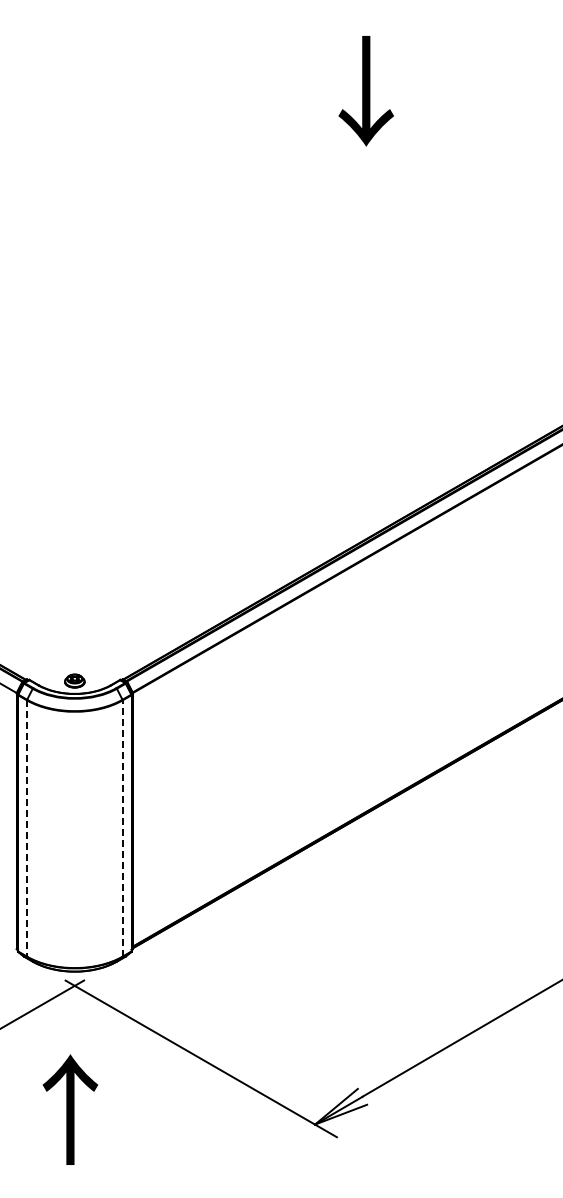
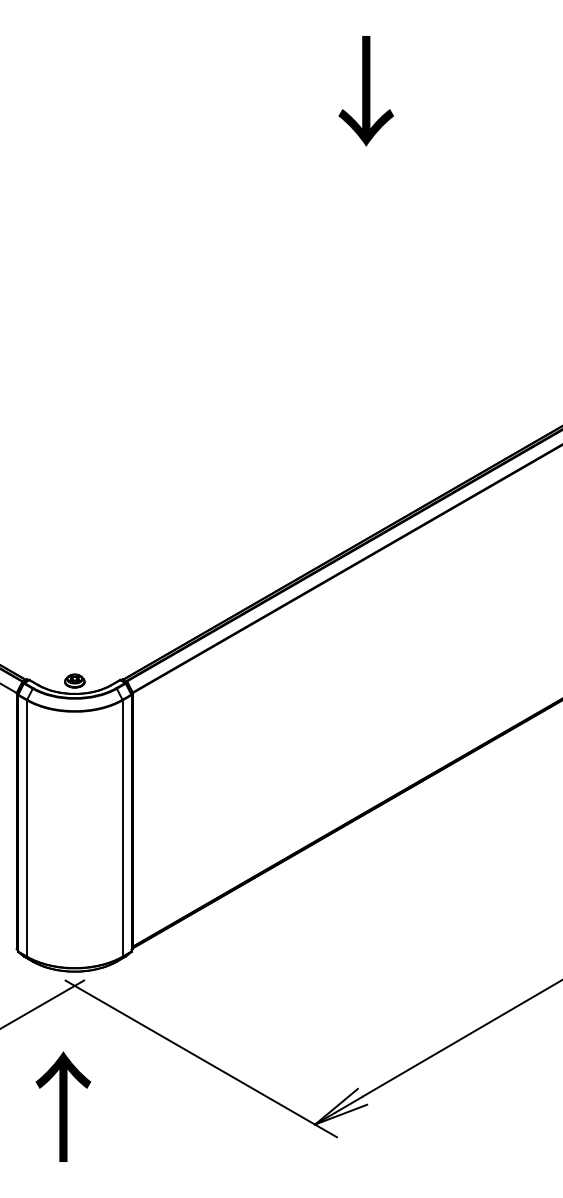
line at (122, 828): dashed -> solid
line at (27, 829): dashed -> solid
text at (70, 1109) position: (70, 1109) -> (63, 1106)
